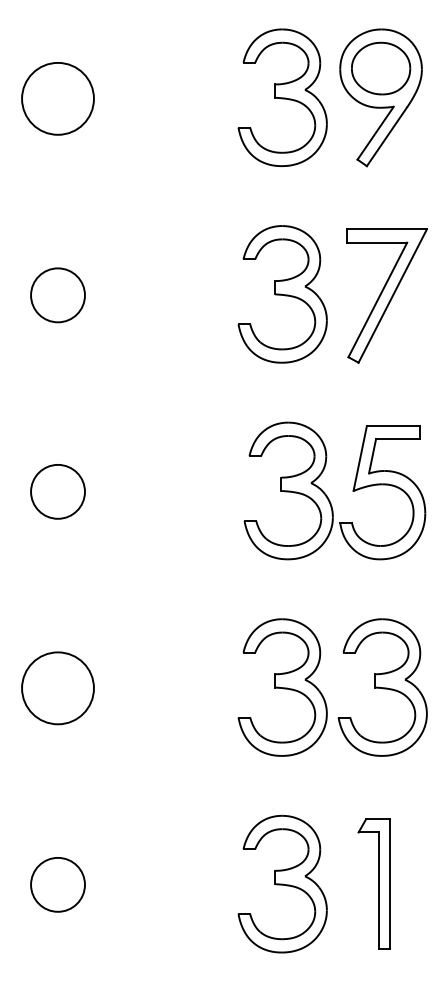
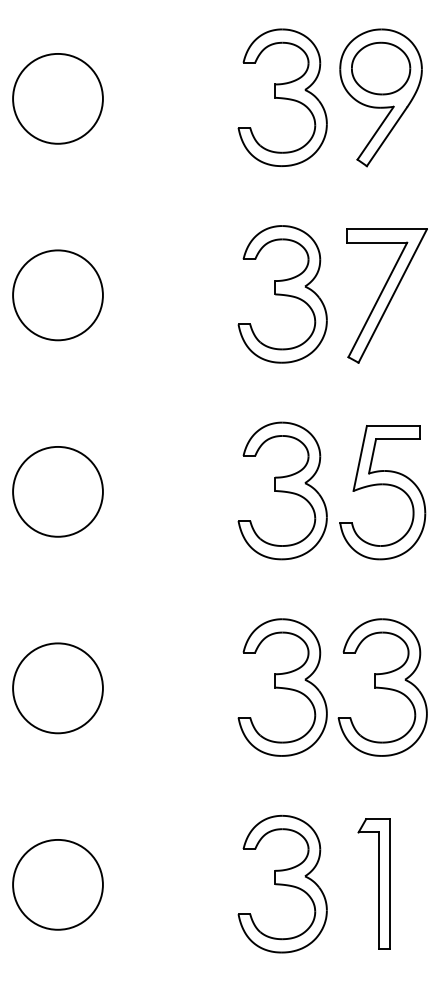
circle at (57, 98) diameter: 72 px -> 90 px
circle at (57, 295) diameter: 54 px -> 90 px
part at (288, 490) position: (288, 490) -> (282, 490)
circle at (57, 491) diameter: 54 px -> 90 px
circle at (57, 688) diameter: 72 px -> 90 px
circle at (57, 884) diameter: 54 px -> 90 px
